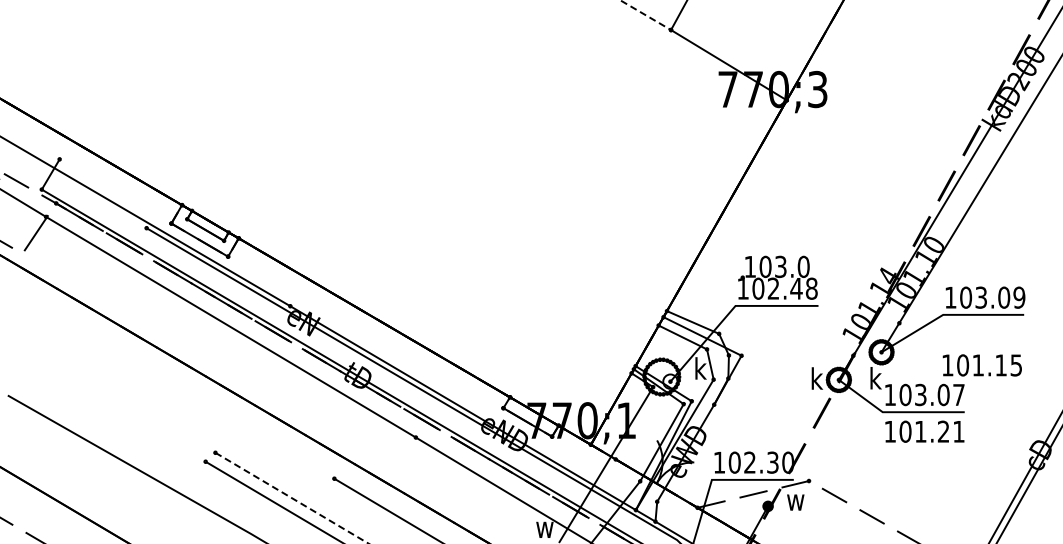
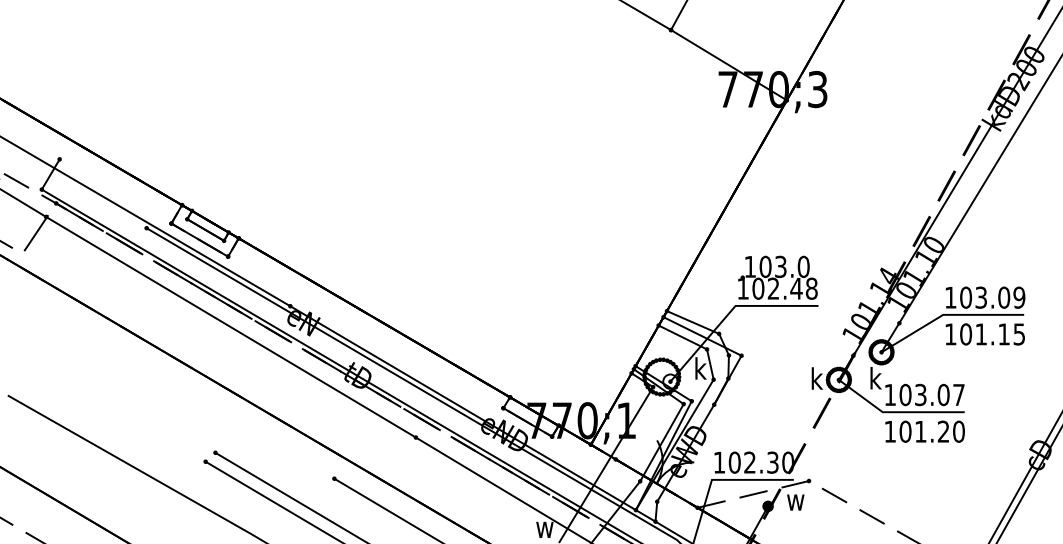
line at (646, 15): dashed -> solid
text at (981, 365) position: (981, 365) -> (984, 334)
text at (958, 431): 101.21 -> 101.20
line at (292, 498): dashed -> solid
